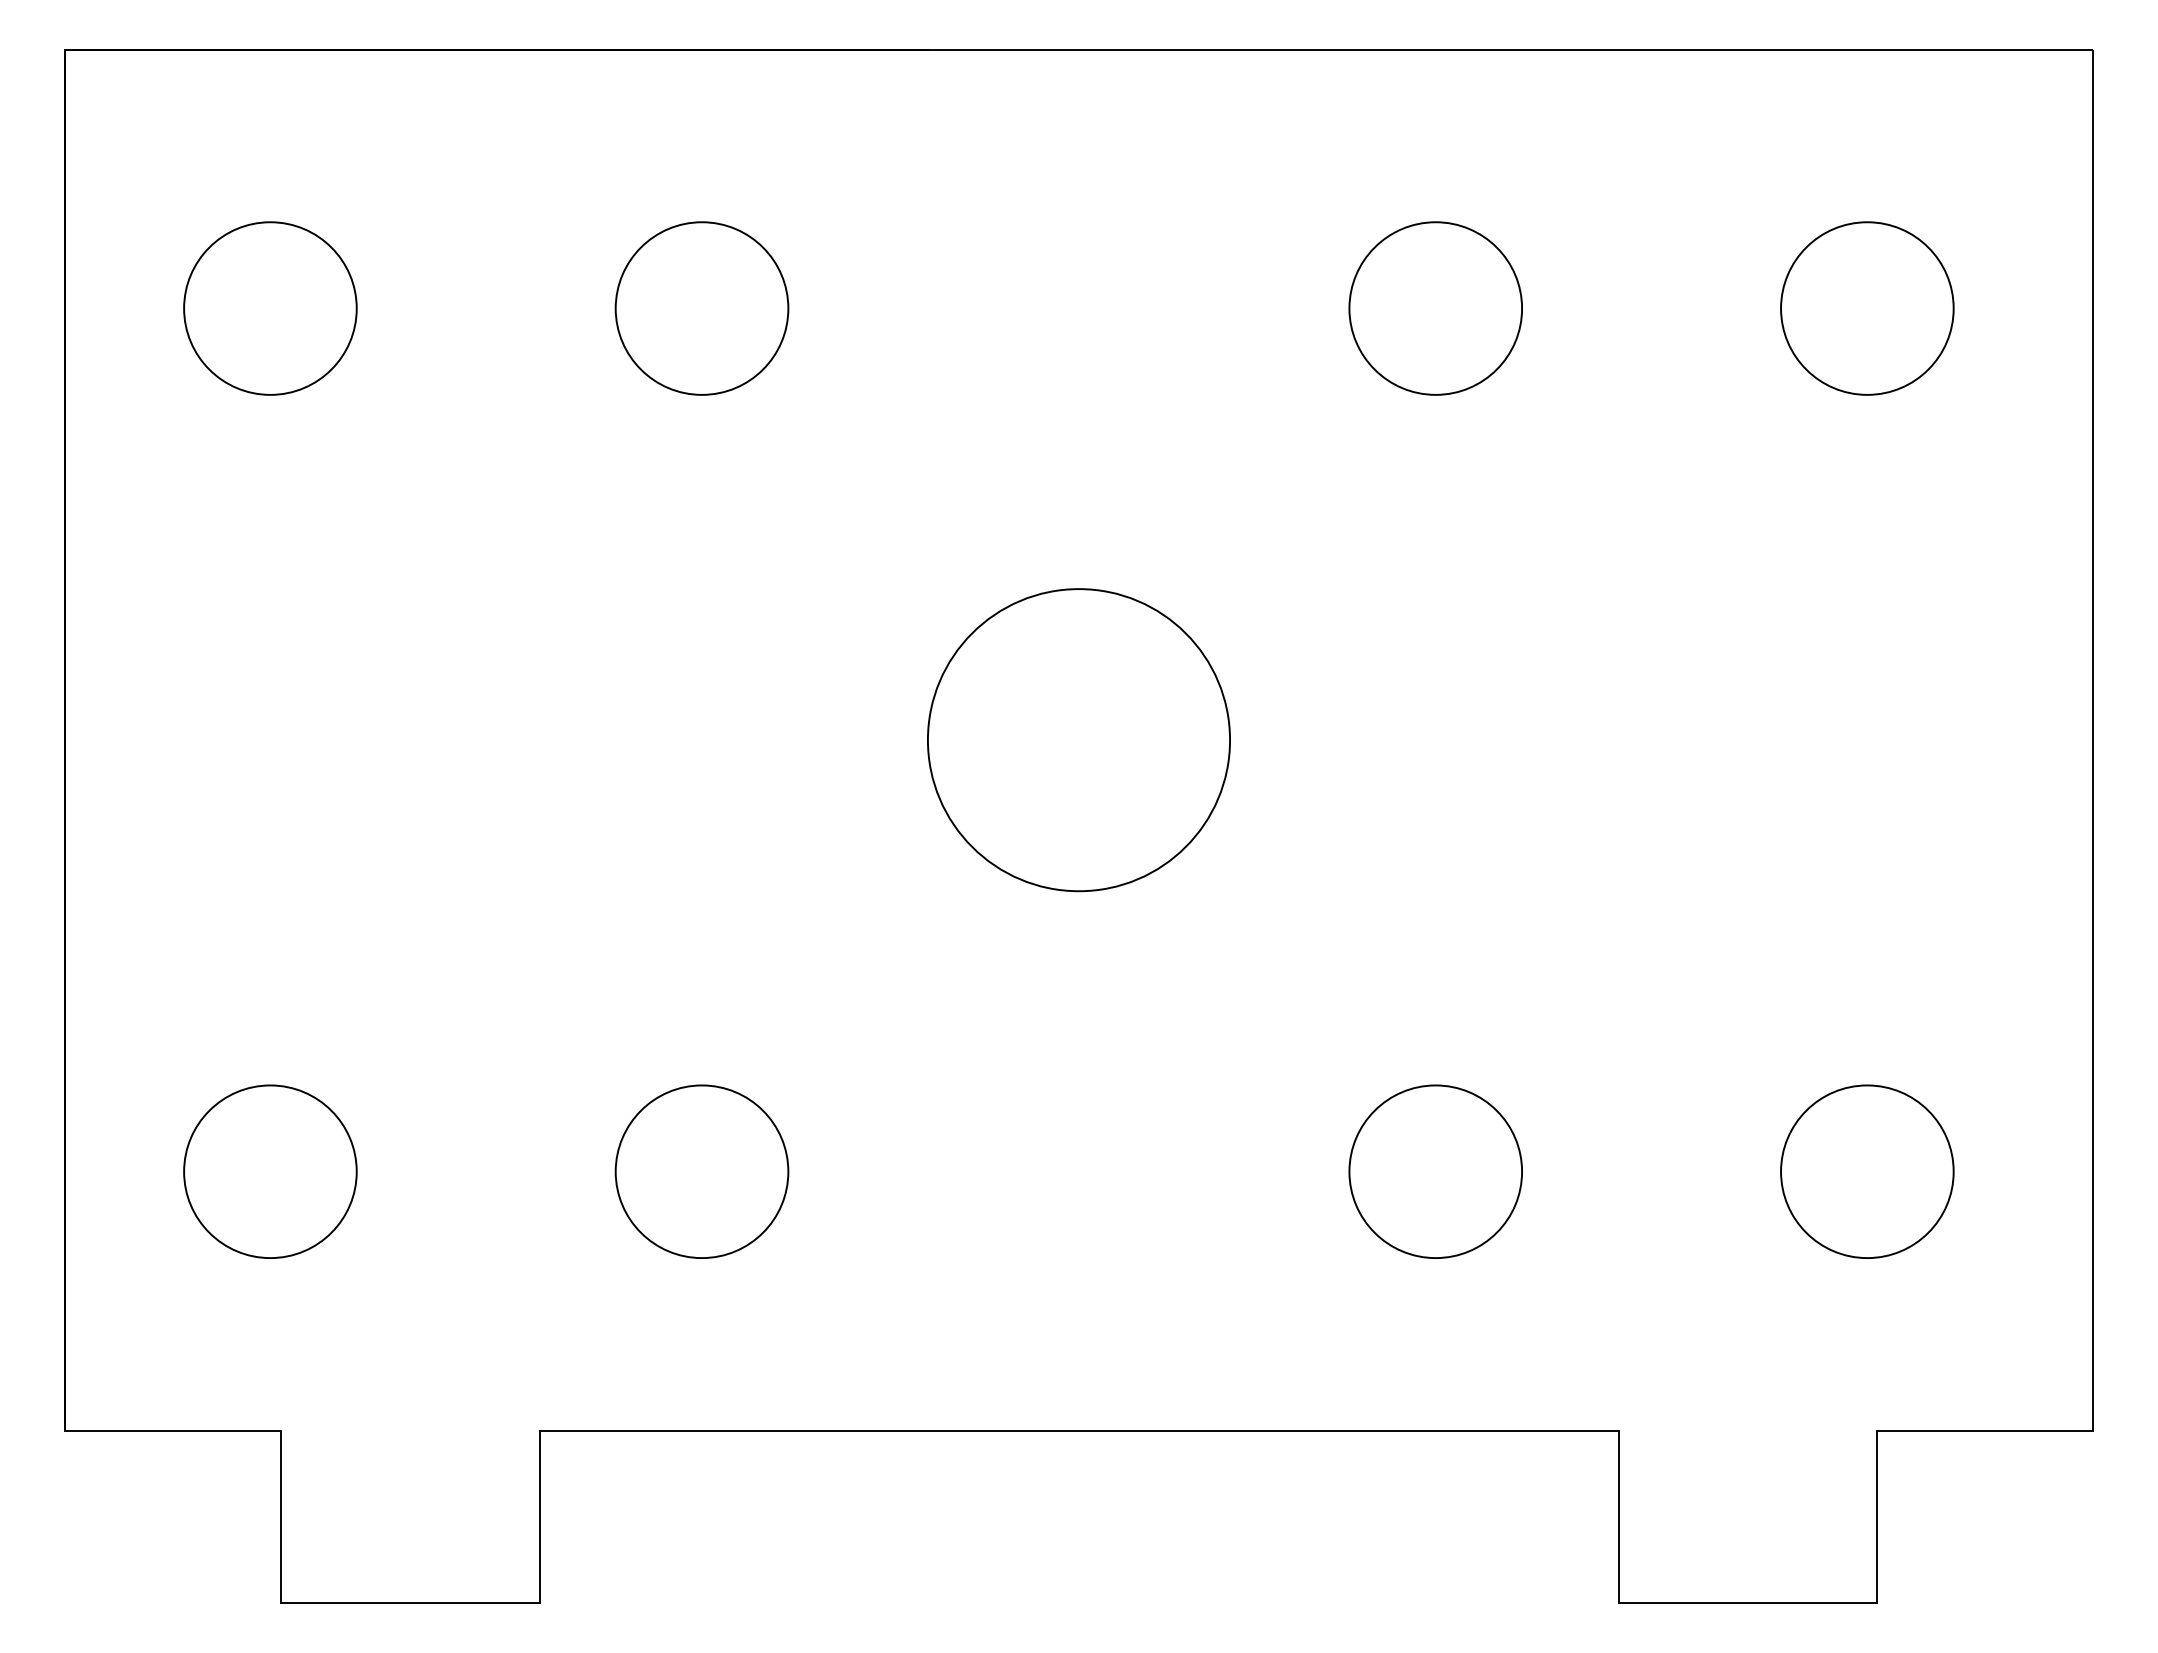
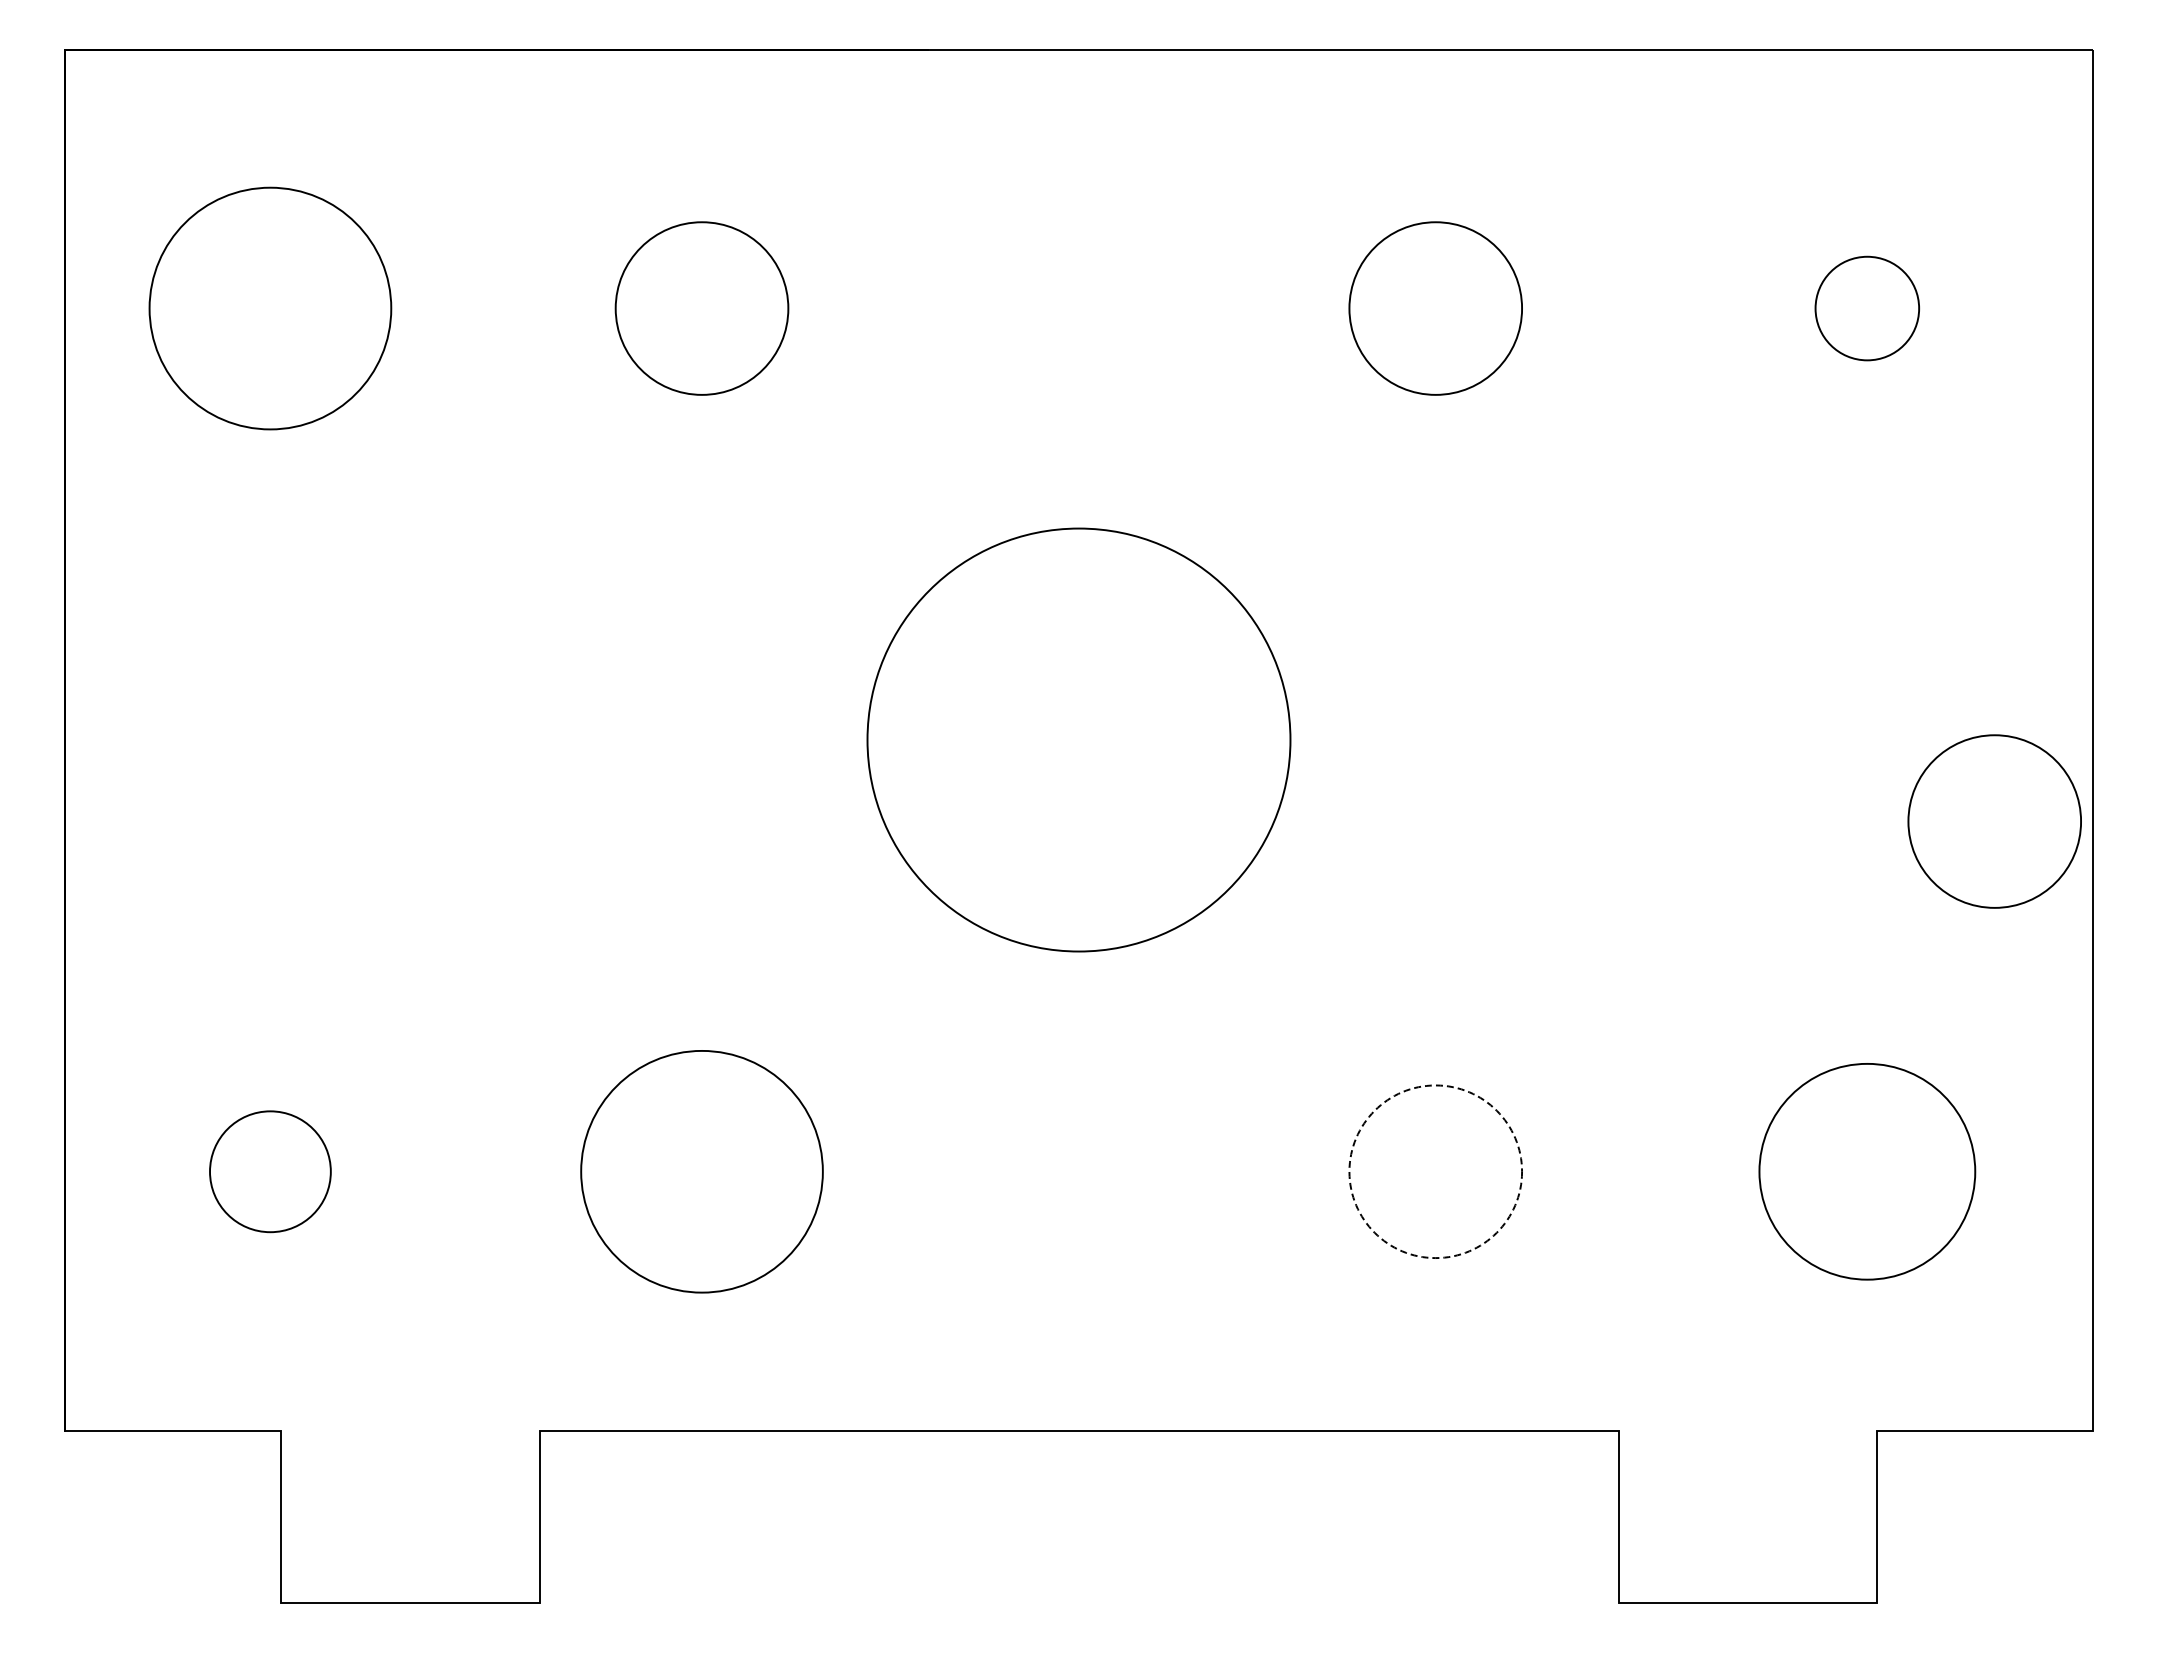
circle at (270, 308) diameter: 173 px -> 242 px
circle at (1867, 308) diameter: 173 px -> 104 px
circle at (1078, 740) size: 304x305 px -> 426x426 px
circle at (1994, 821): none -> present
circle at (270, 1171) diameter: 173 px -> 121 px
circle at (701, 1171) diameter: 173 px -> 242 px
circle at (1435, 1171): solid -> dashed
circle at (1867, 1171) diameter: 173 px -> 216 px
